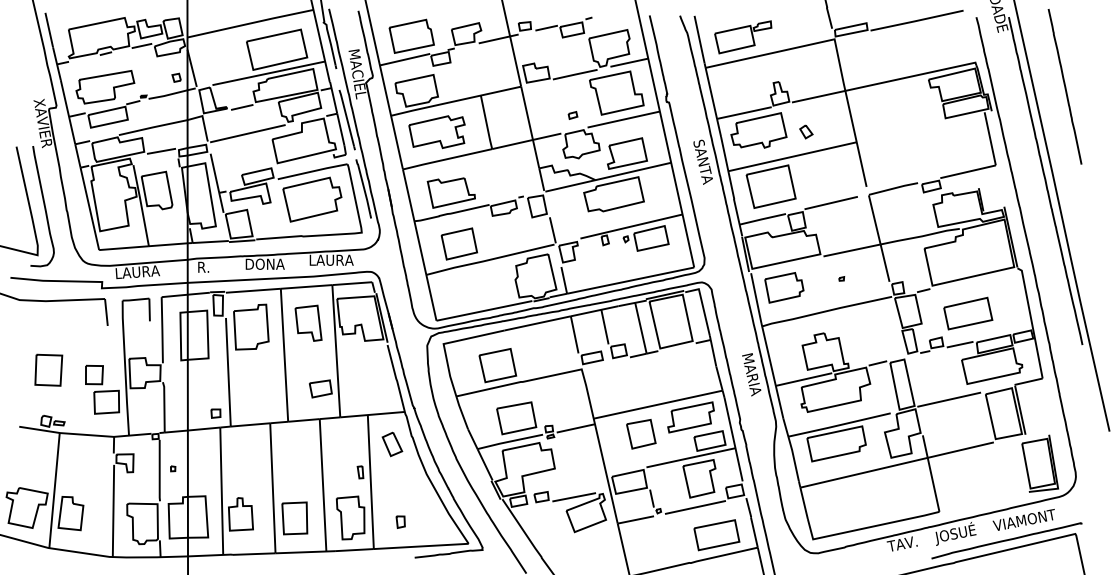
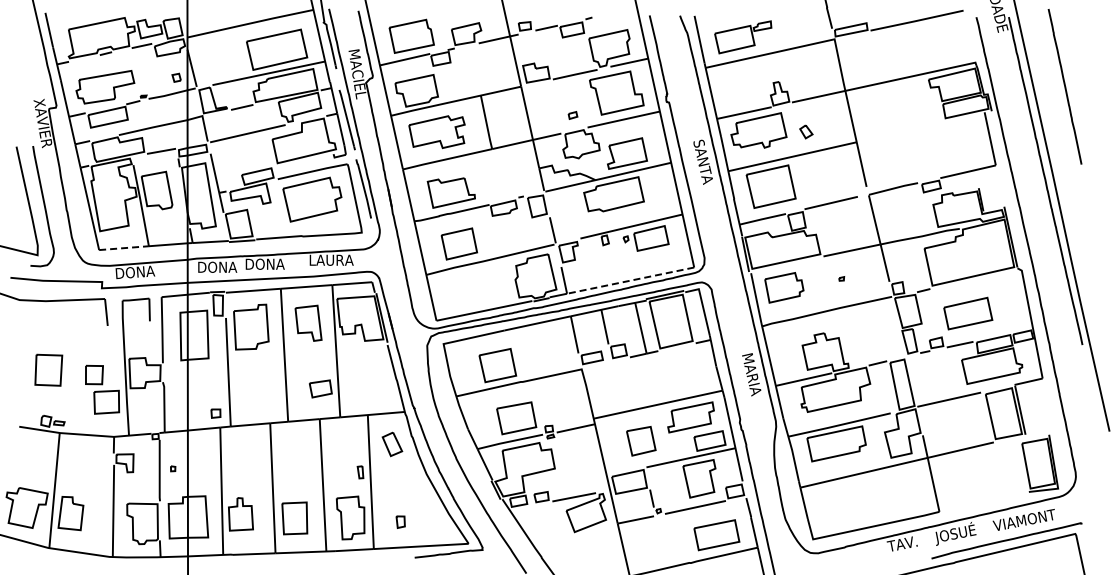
line at (124, 248): solid -> dashed
text at (218, 266): R. -> DONA
text at (138, 271): LAURA -> DONA
line at (630, 280): solid -> dashed
part at (641, 434) position: (641, 434) -> (641, 441)
